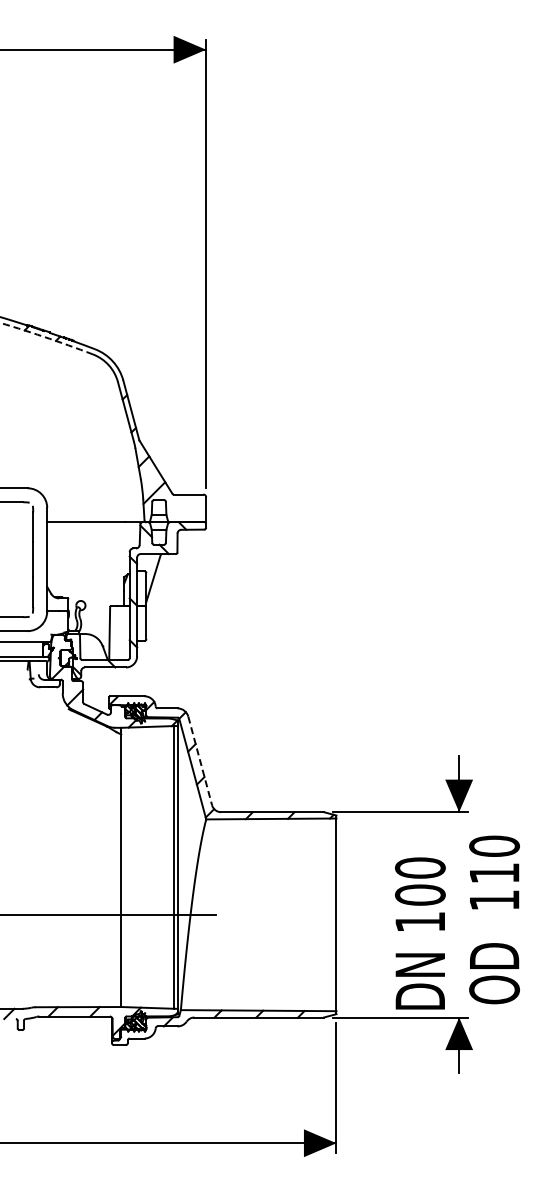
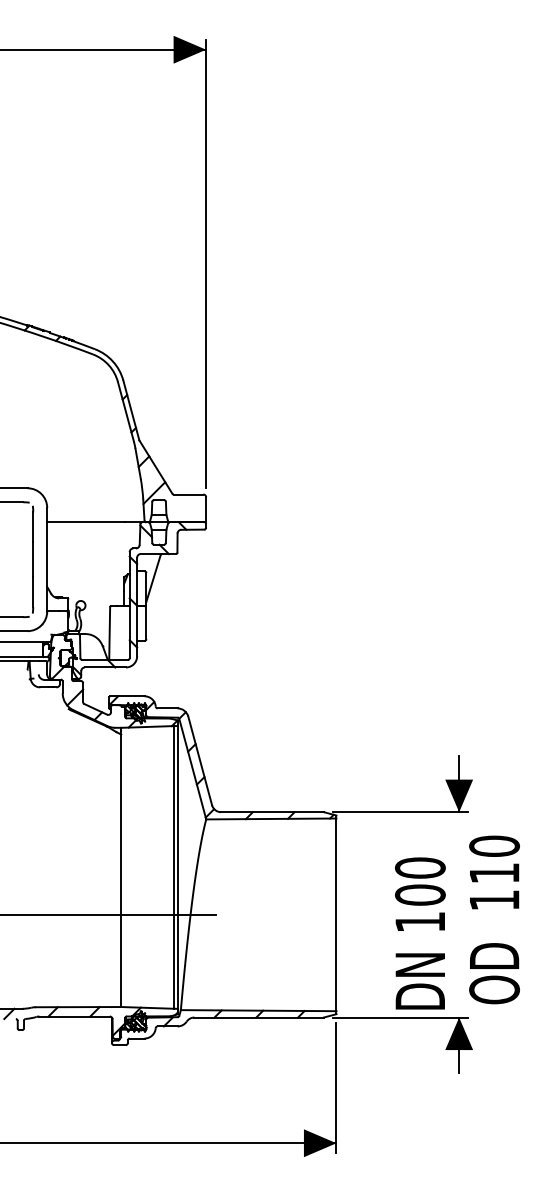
arc at (46, 337): dashed -> solid
line at (200, 760): dashed -> solid
